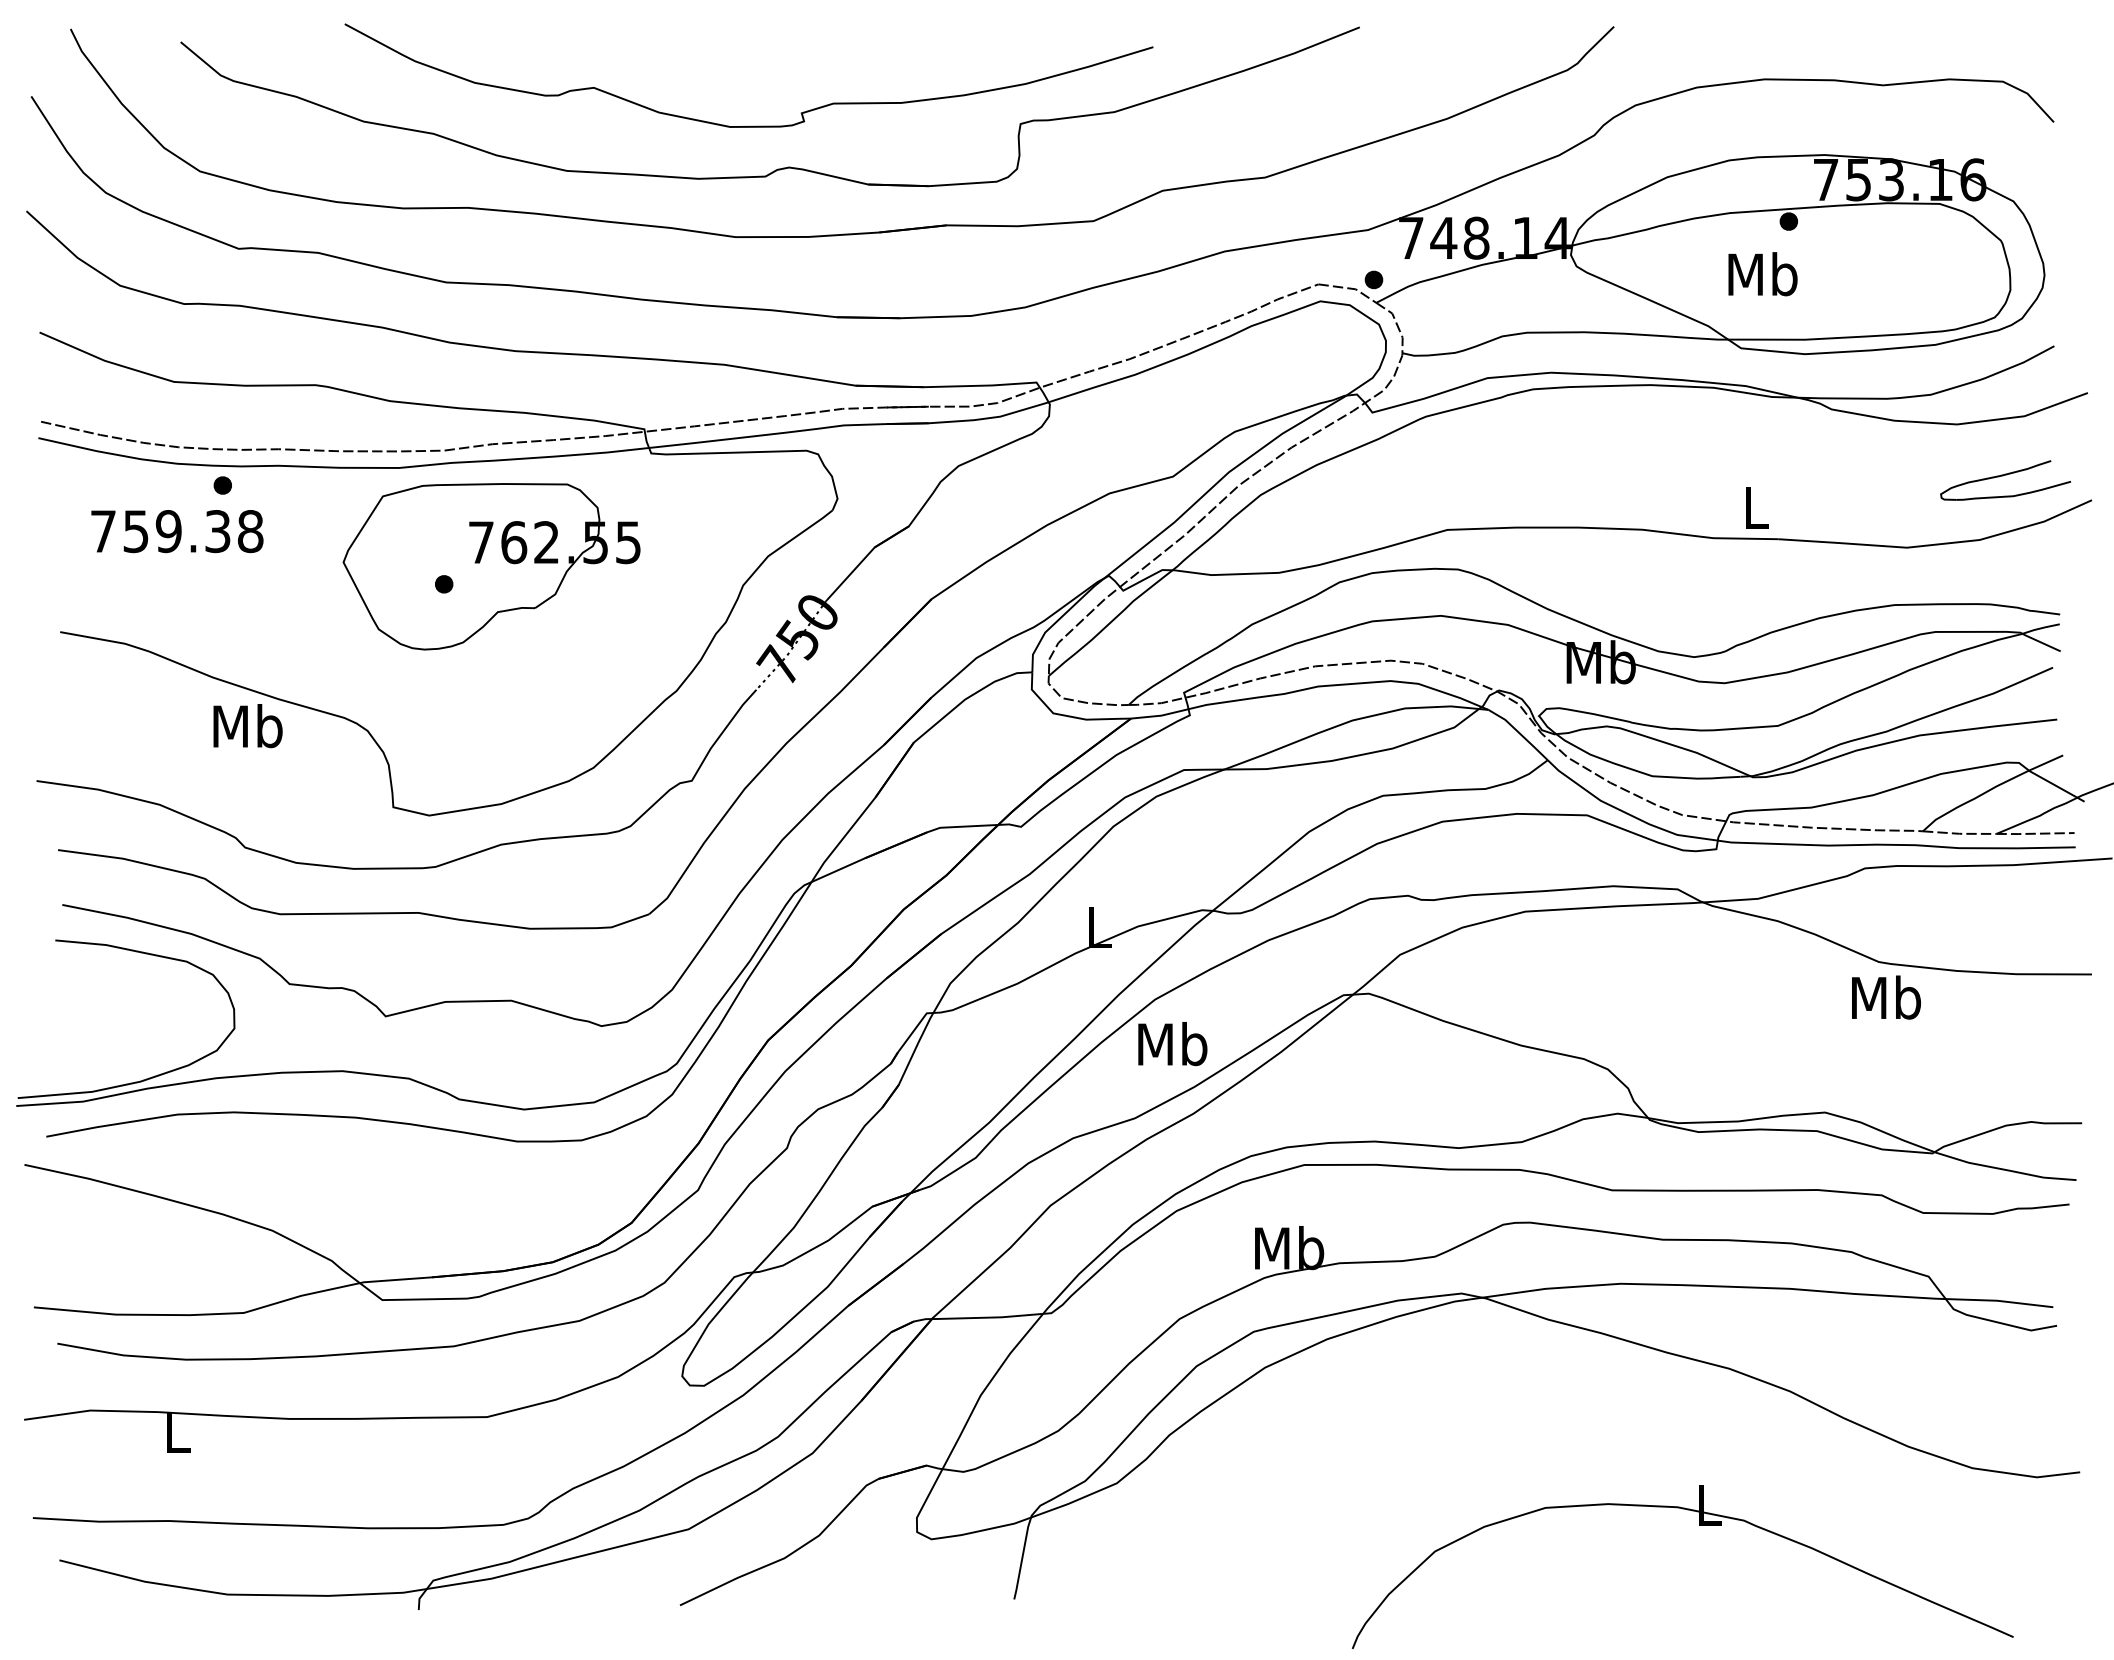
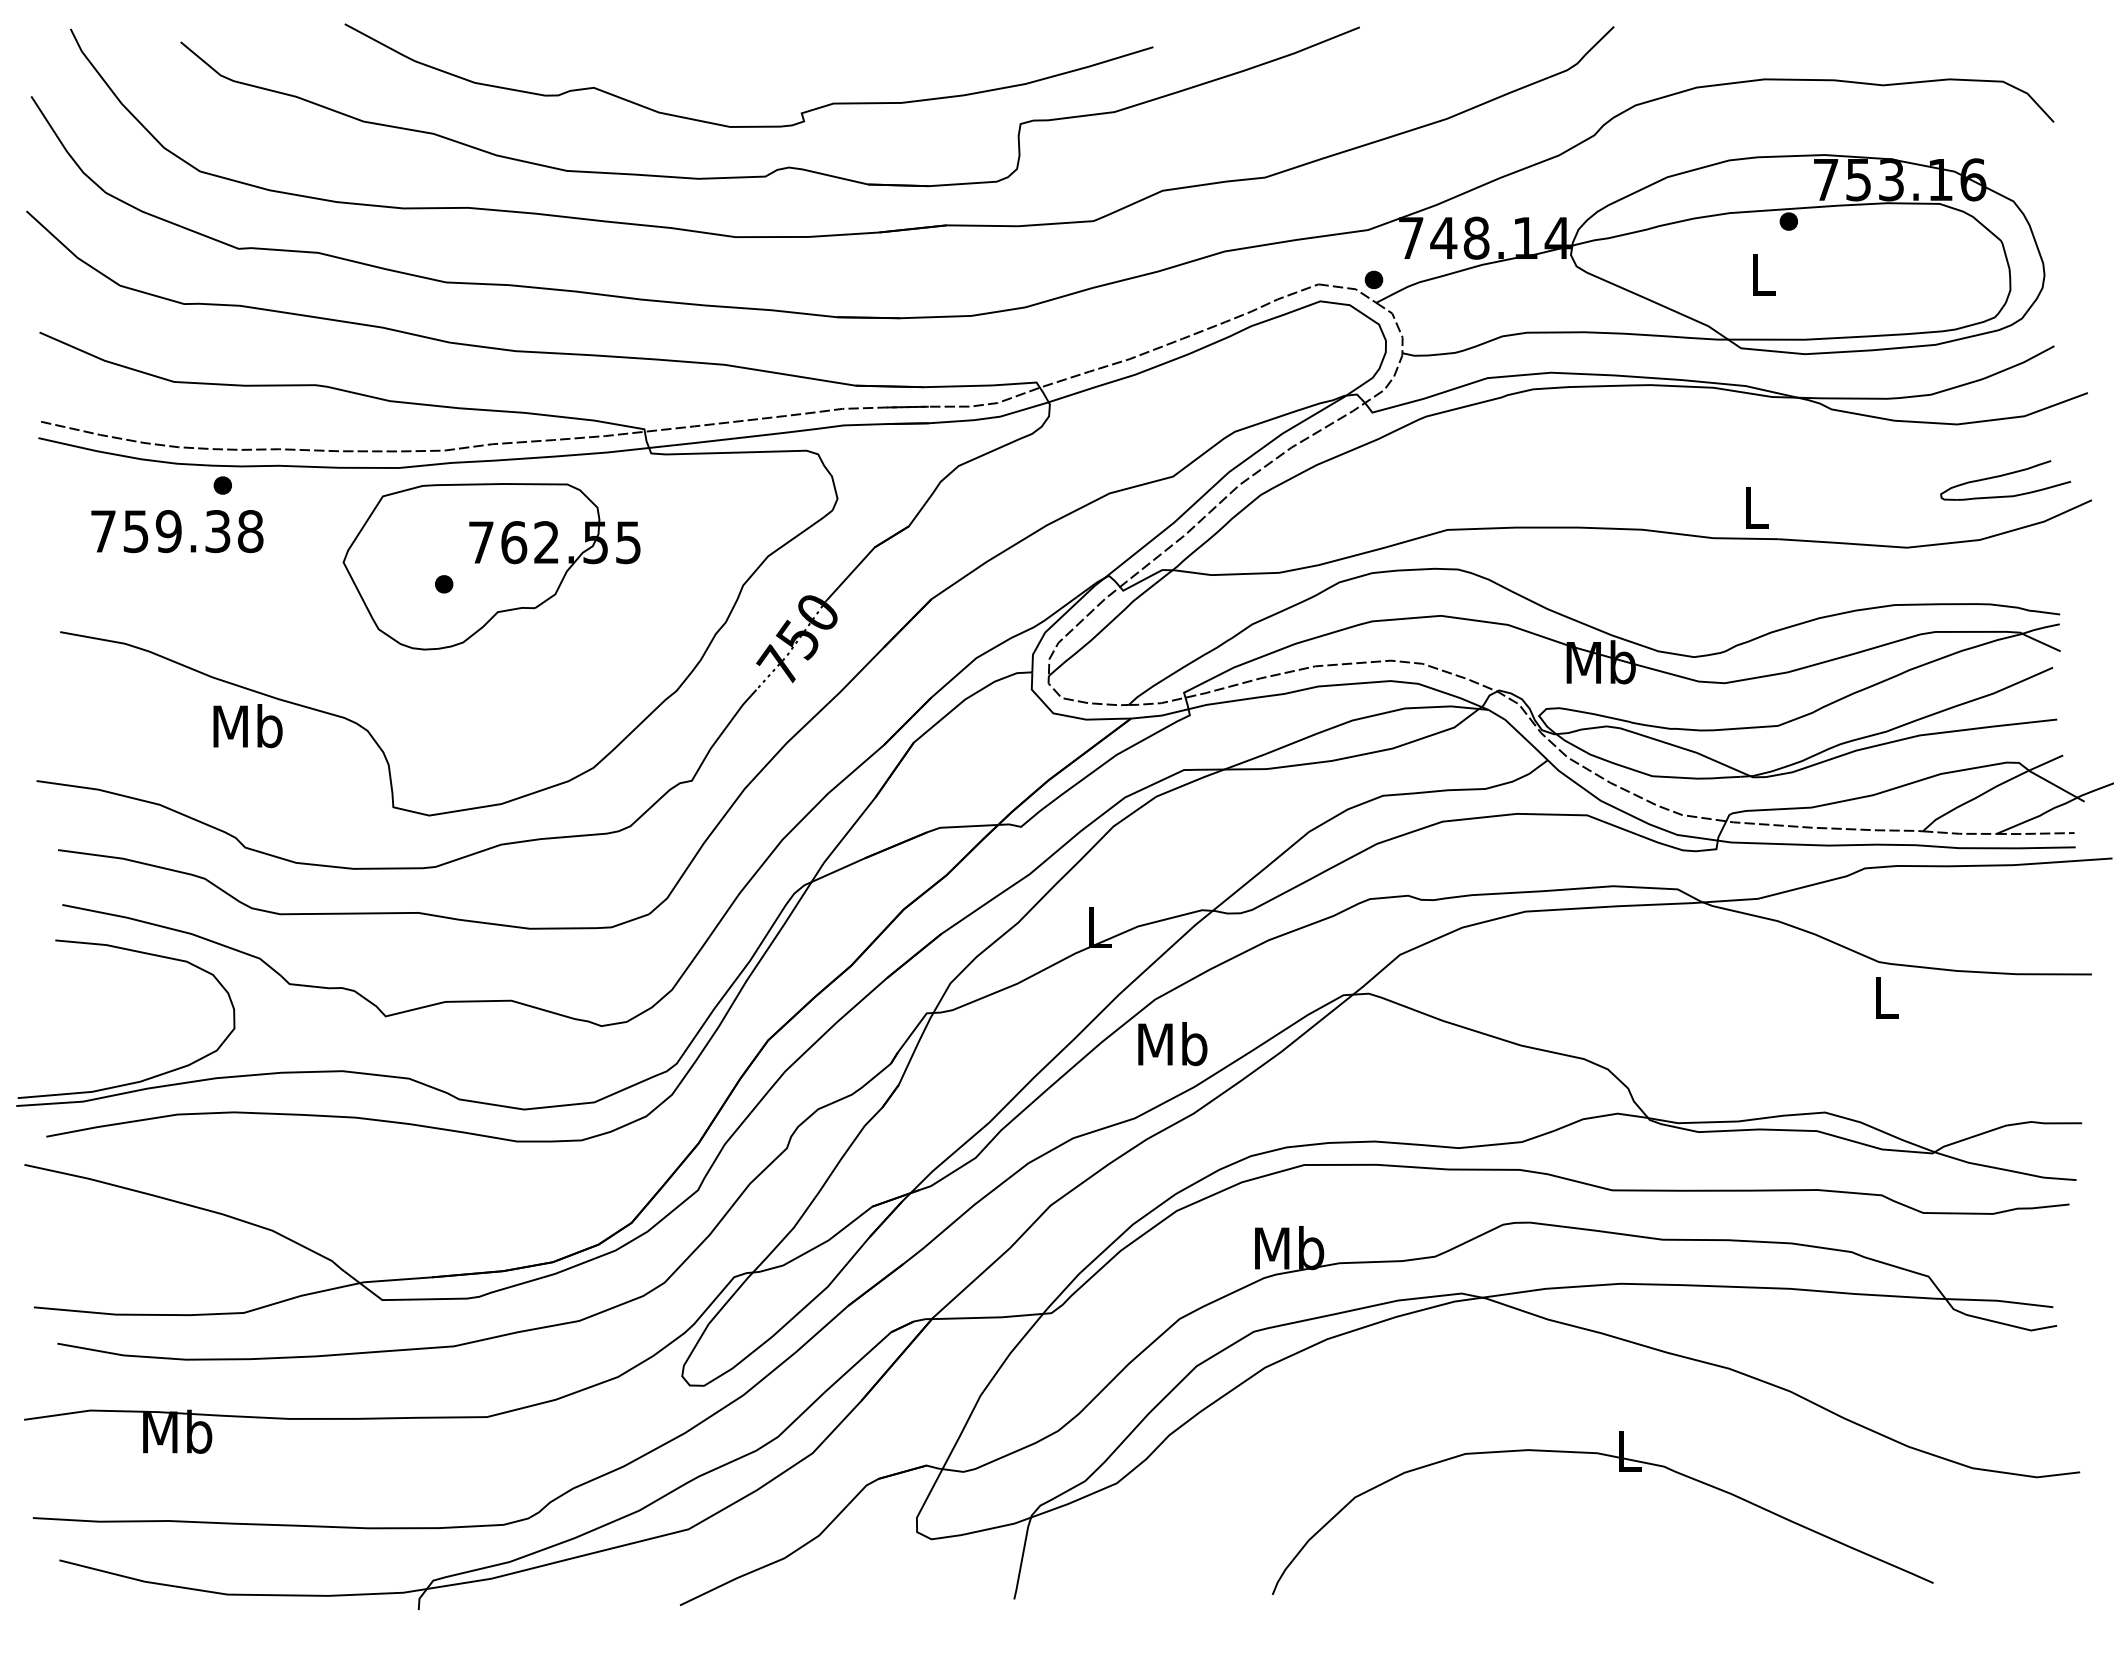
text at (1762, 274): Mb -> L
text at (1886, 997): Mb -> L
text at (177, 1431): L -> Mb
part at (1699, 1525) position: (1699, 1525) -> (1619, 1471)
